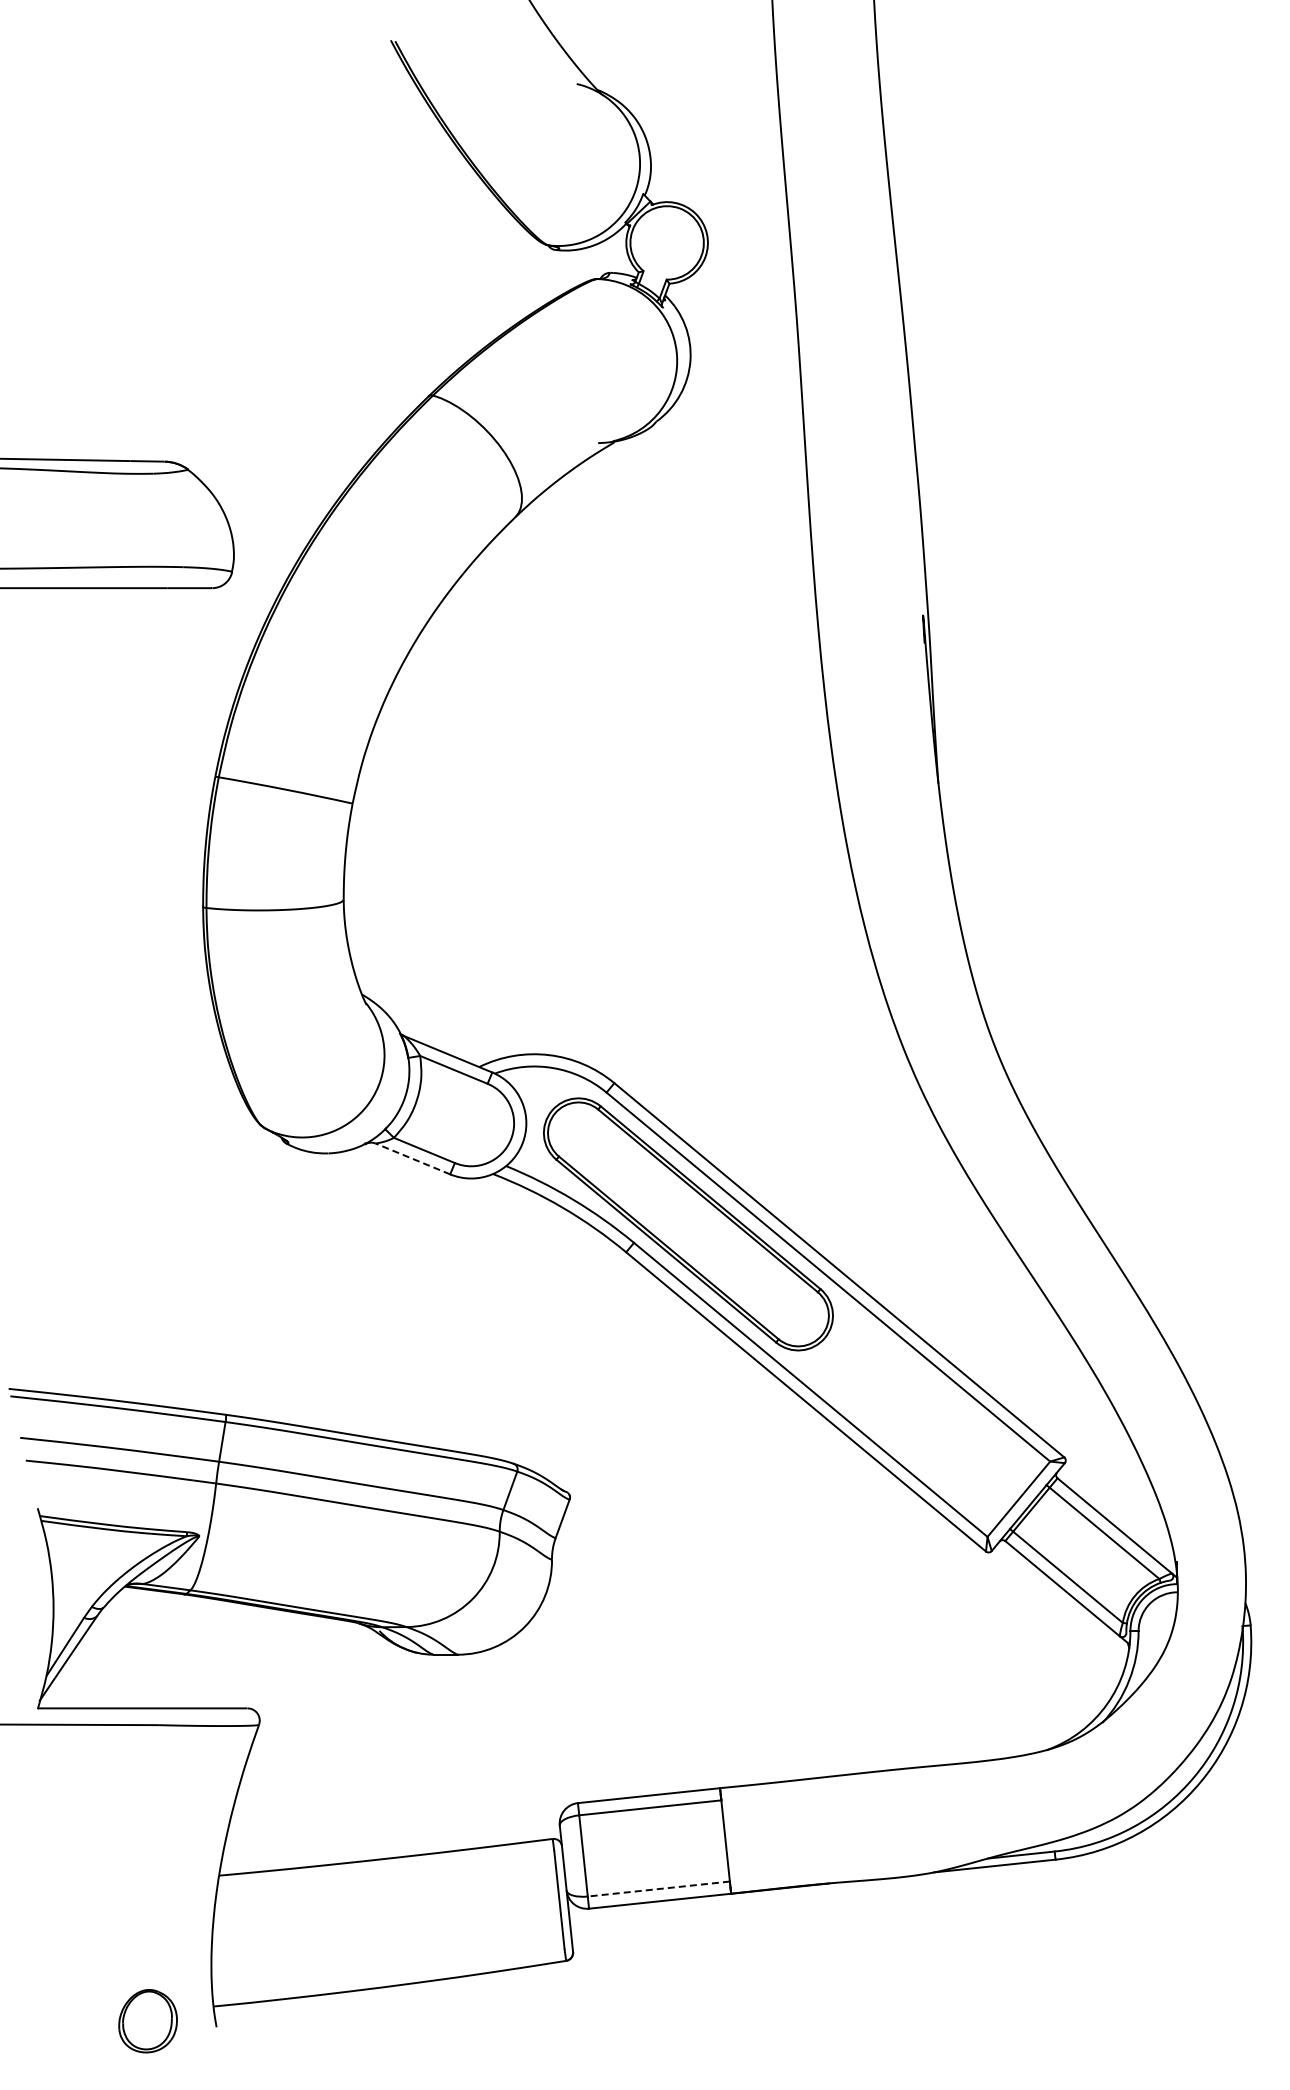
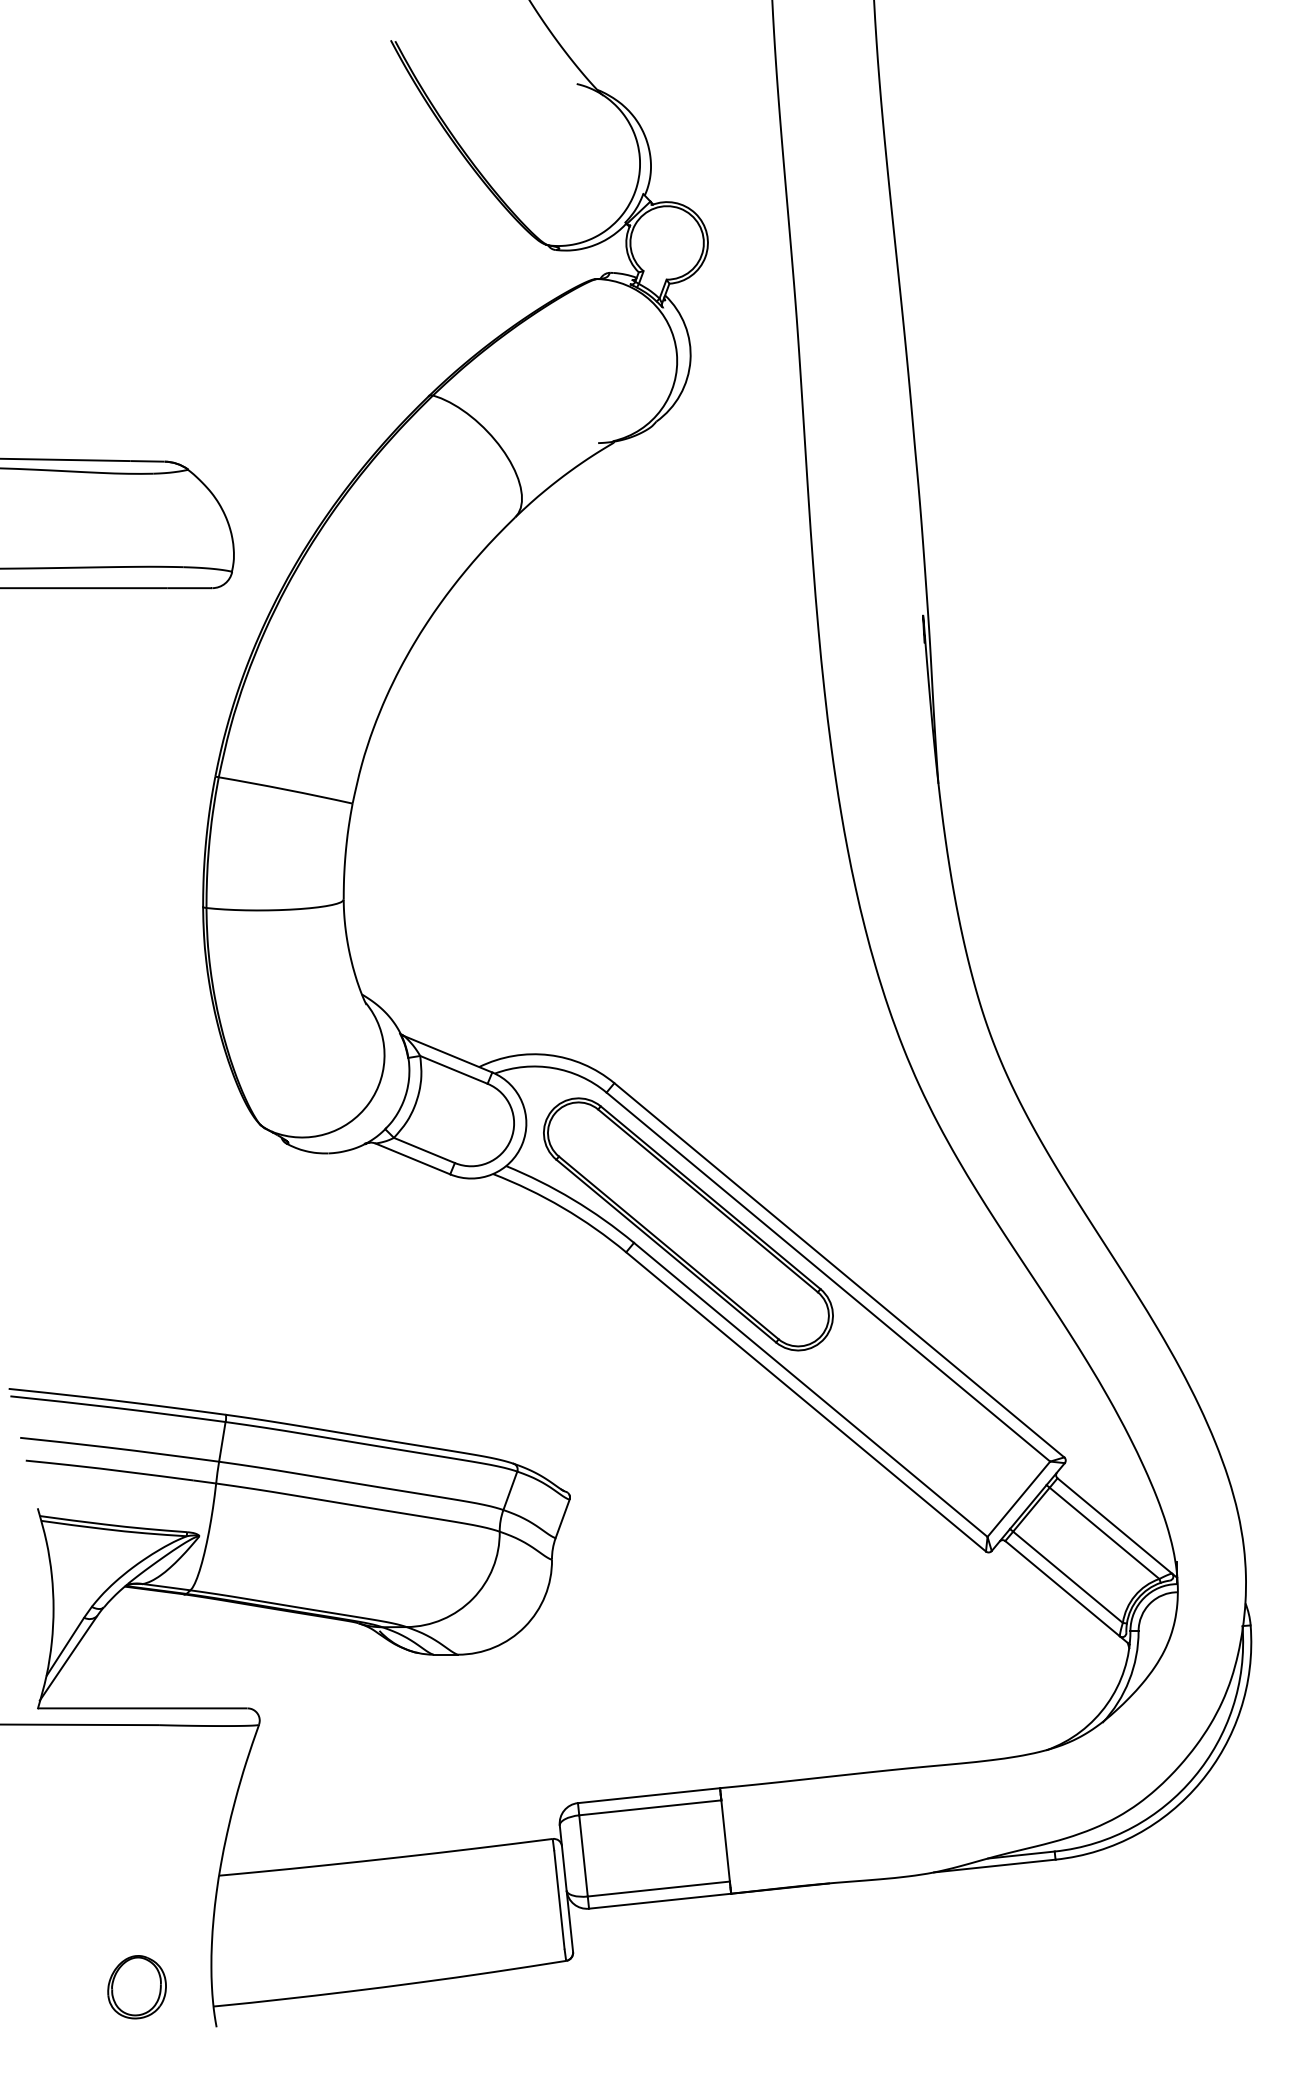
line at (412, 1158): dashed -> solid
line at (658, 1889): dashed -> solid
part at (147, 2021) position: (147, 2021) -> (136, 1987)
